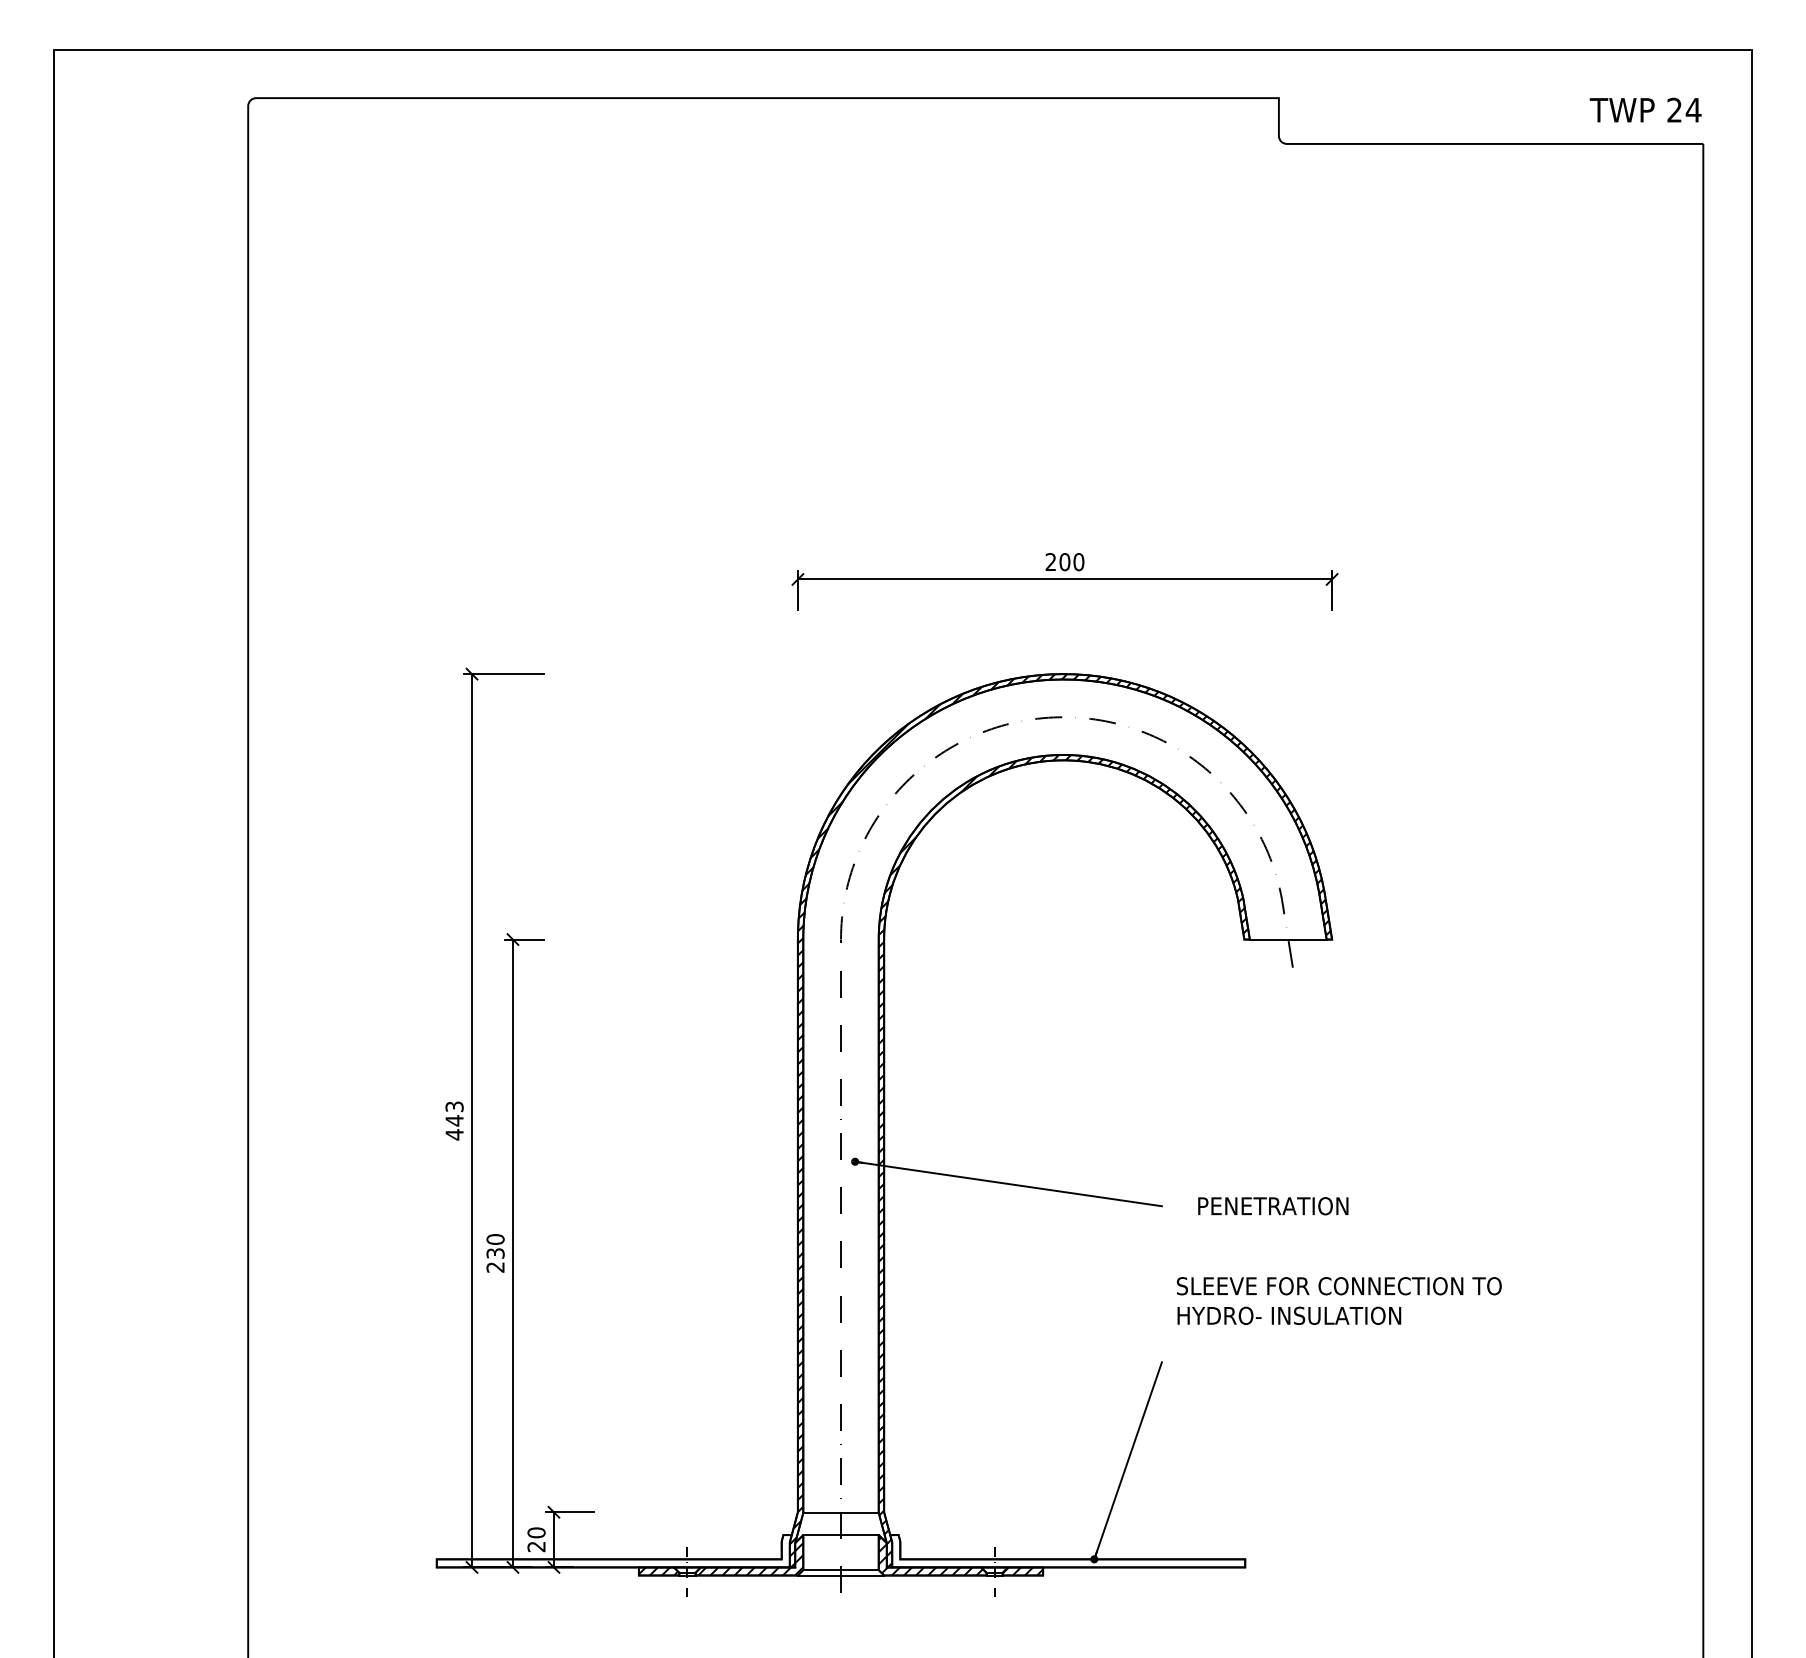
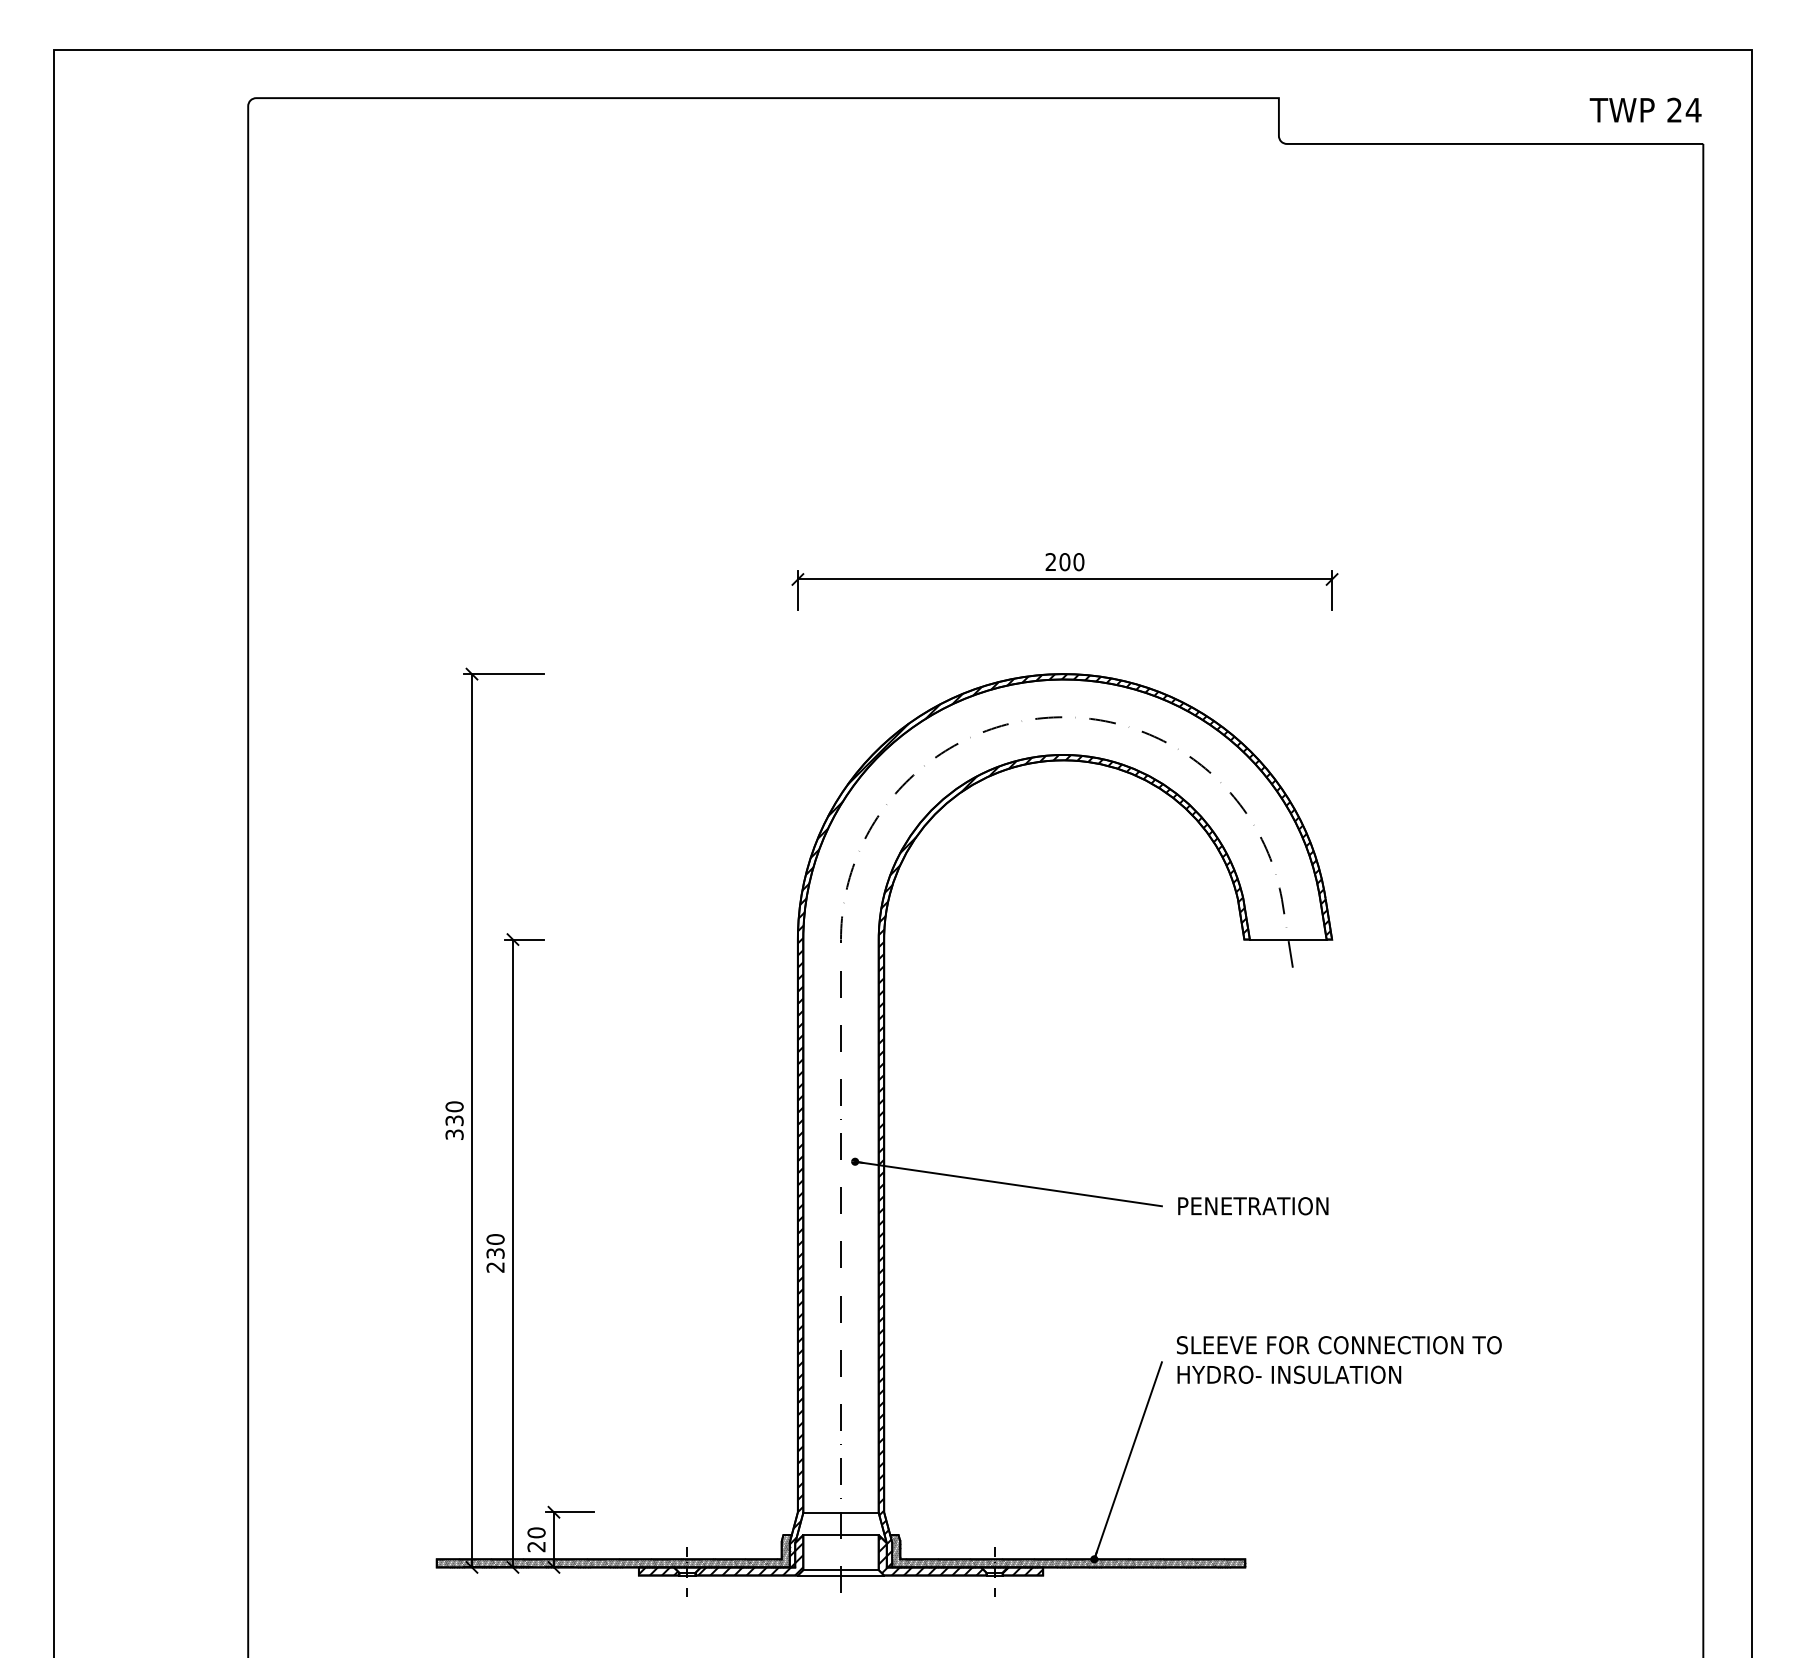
text at (454, 1120): 443 -> 330
text at (1273, 1206) position: (1273, 1206) -> (1253, 1206)
text at (1339, 1300) position: (1339, 1300) -> (1339, 1359)
hatch at (614, 1551): none -> present
hatch at (1067, 1551): none -> present
